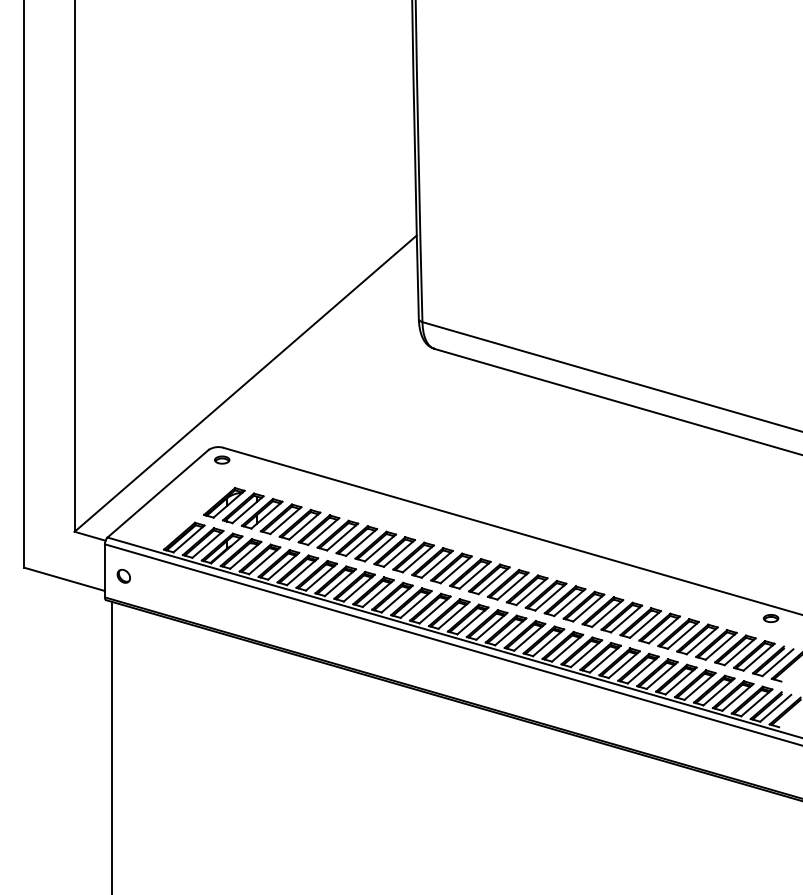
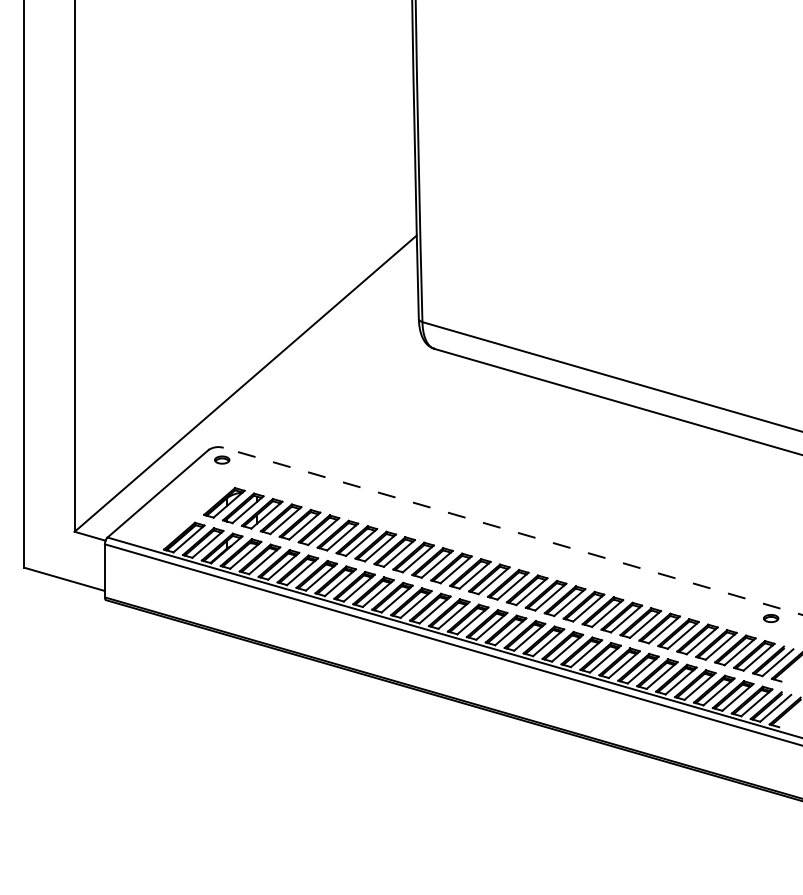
line at (512, 531): solid -> dashed
part at (123, 575): present -> none
line at (111, 746): present -> none
